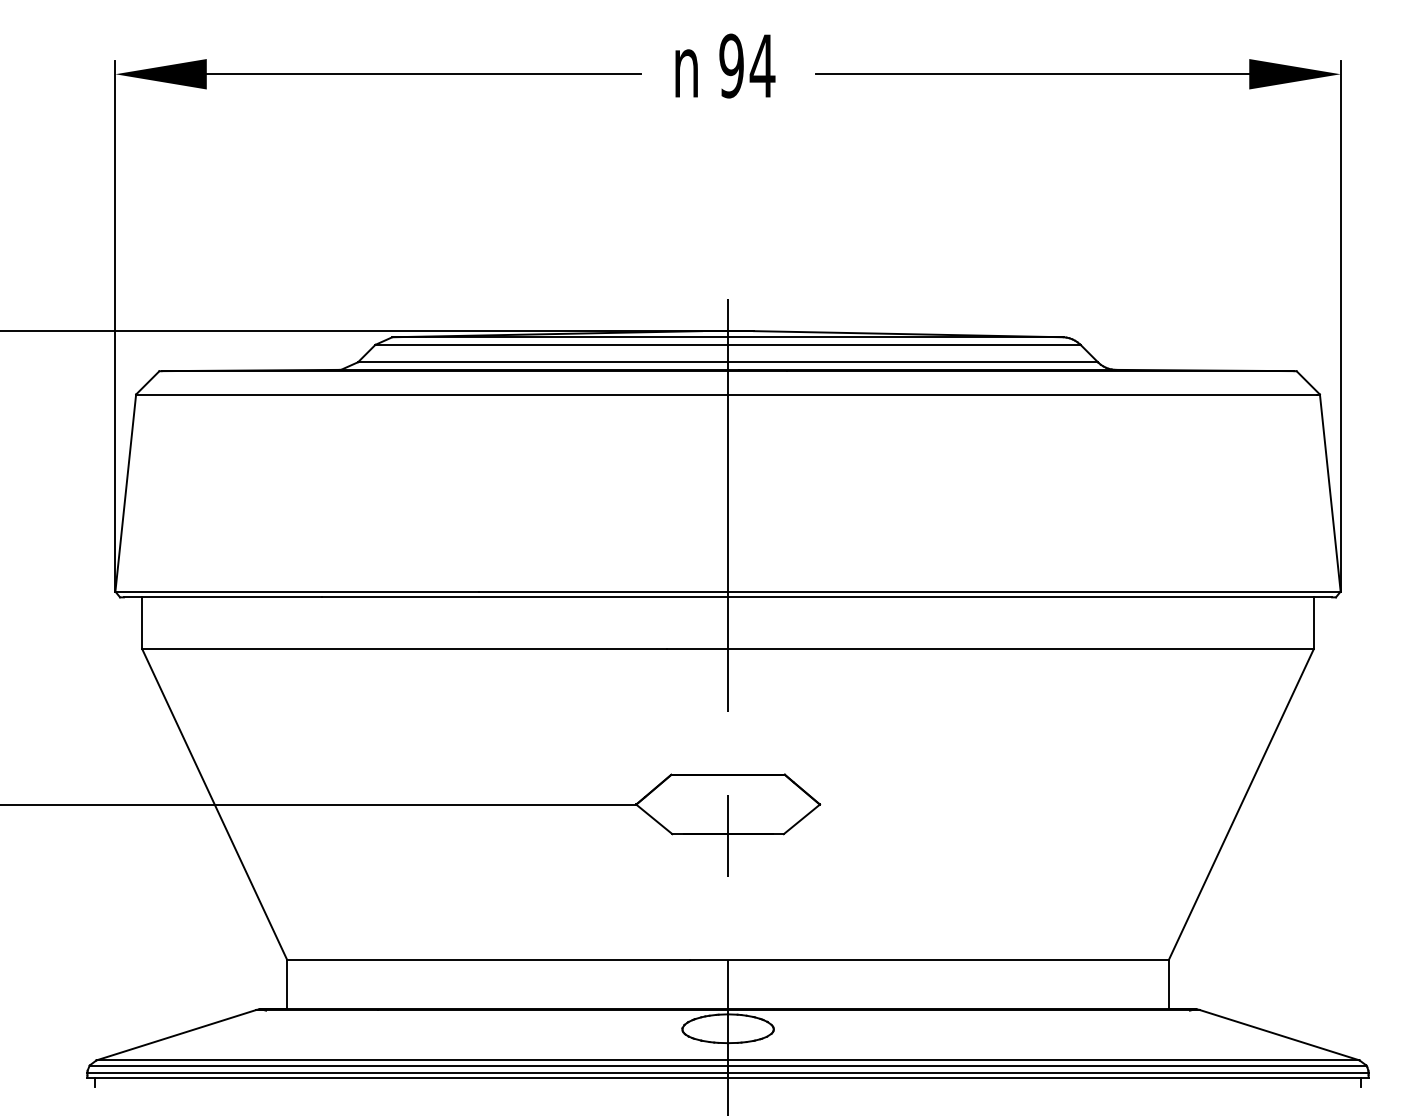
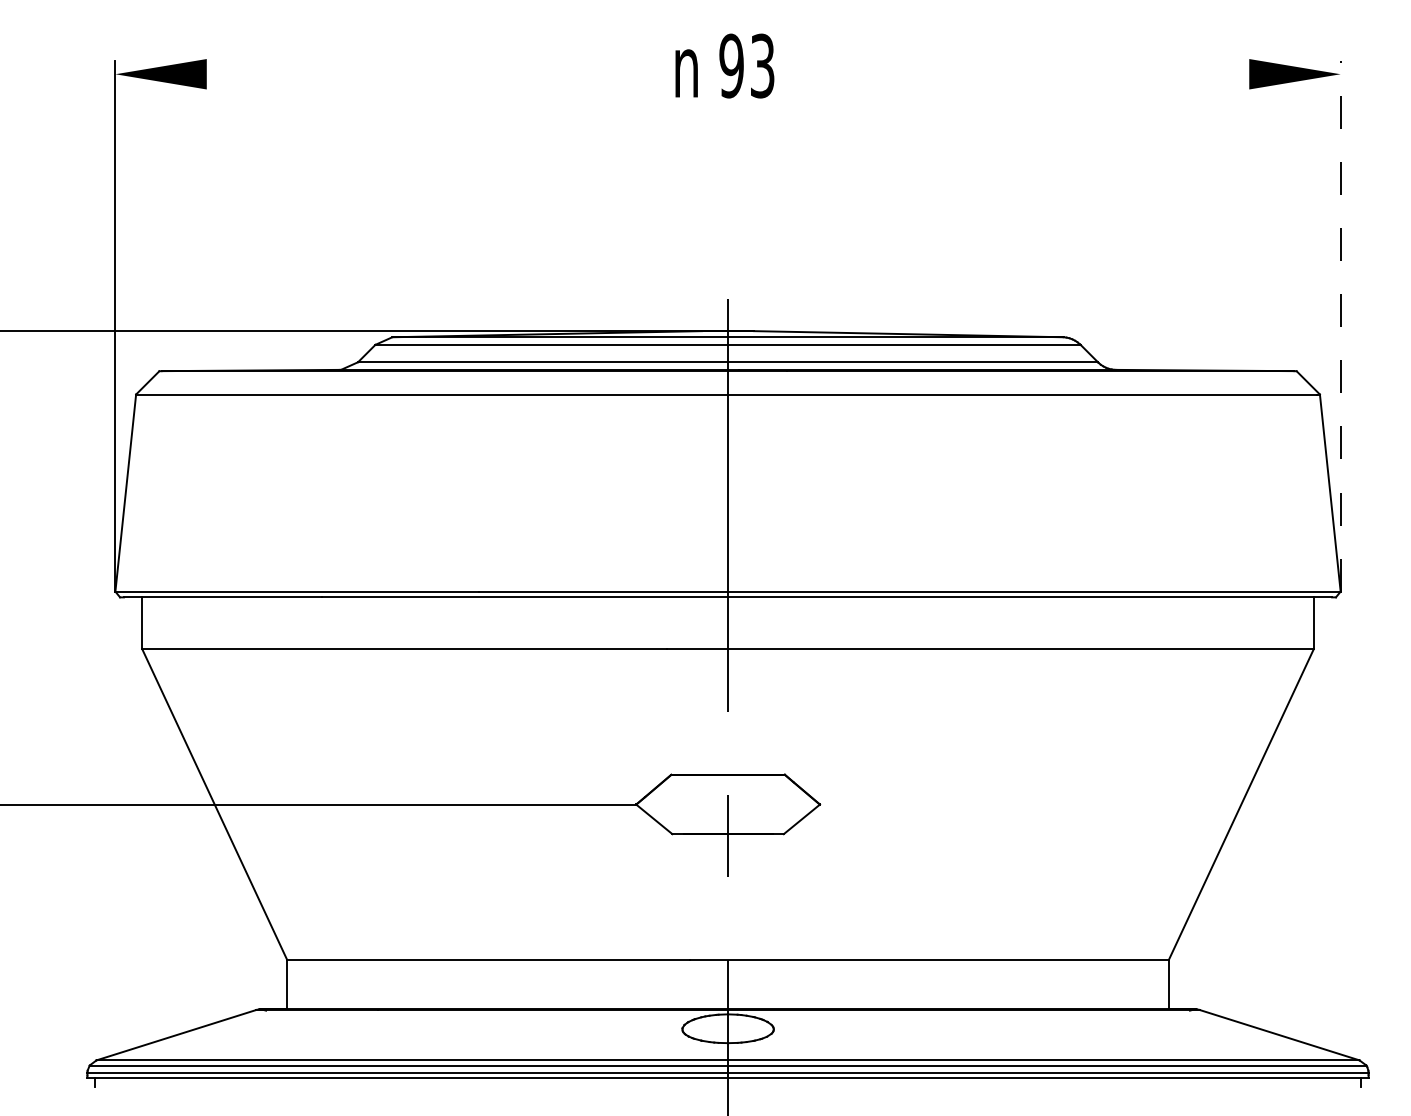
text at (762, 65): 94 -> 93
line at (400, 74): present -> none
line at (1055, 74): present -> none
line at (1340, 325): solid -> dashed
